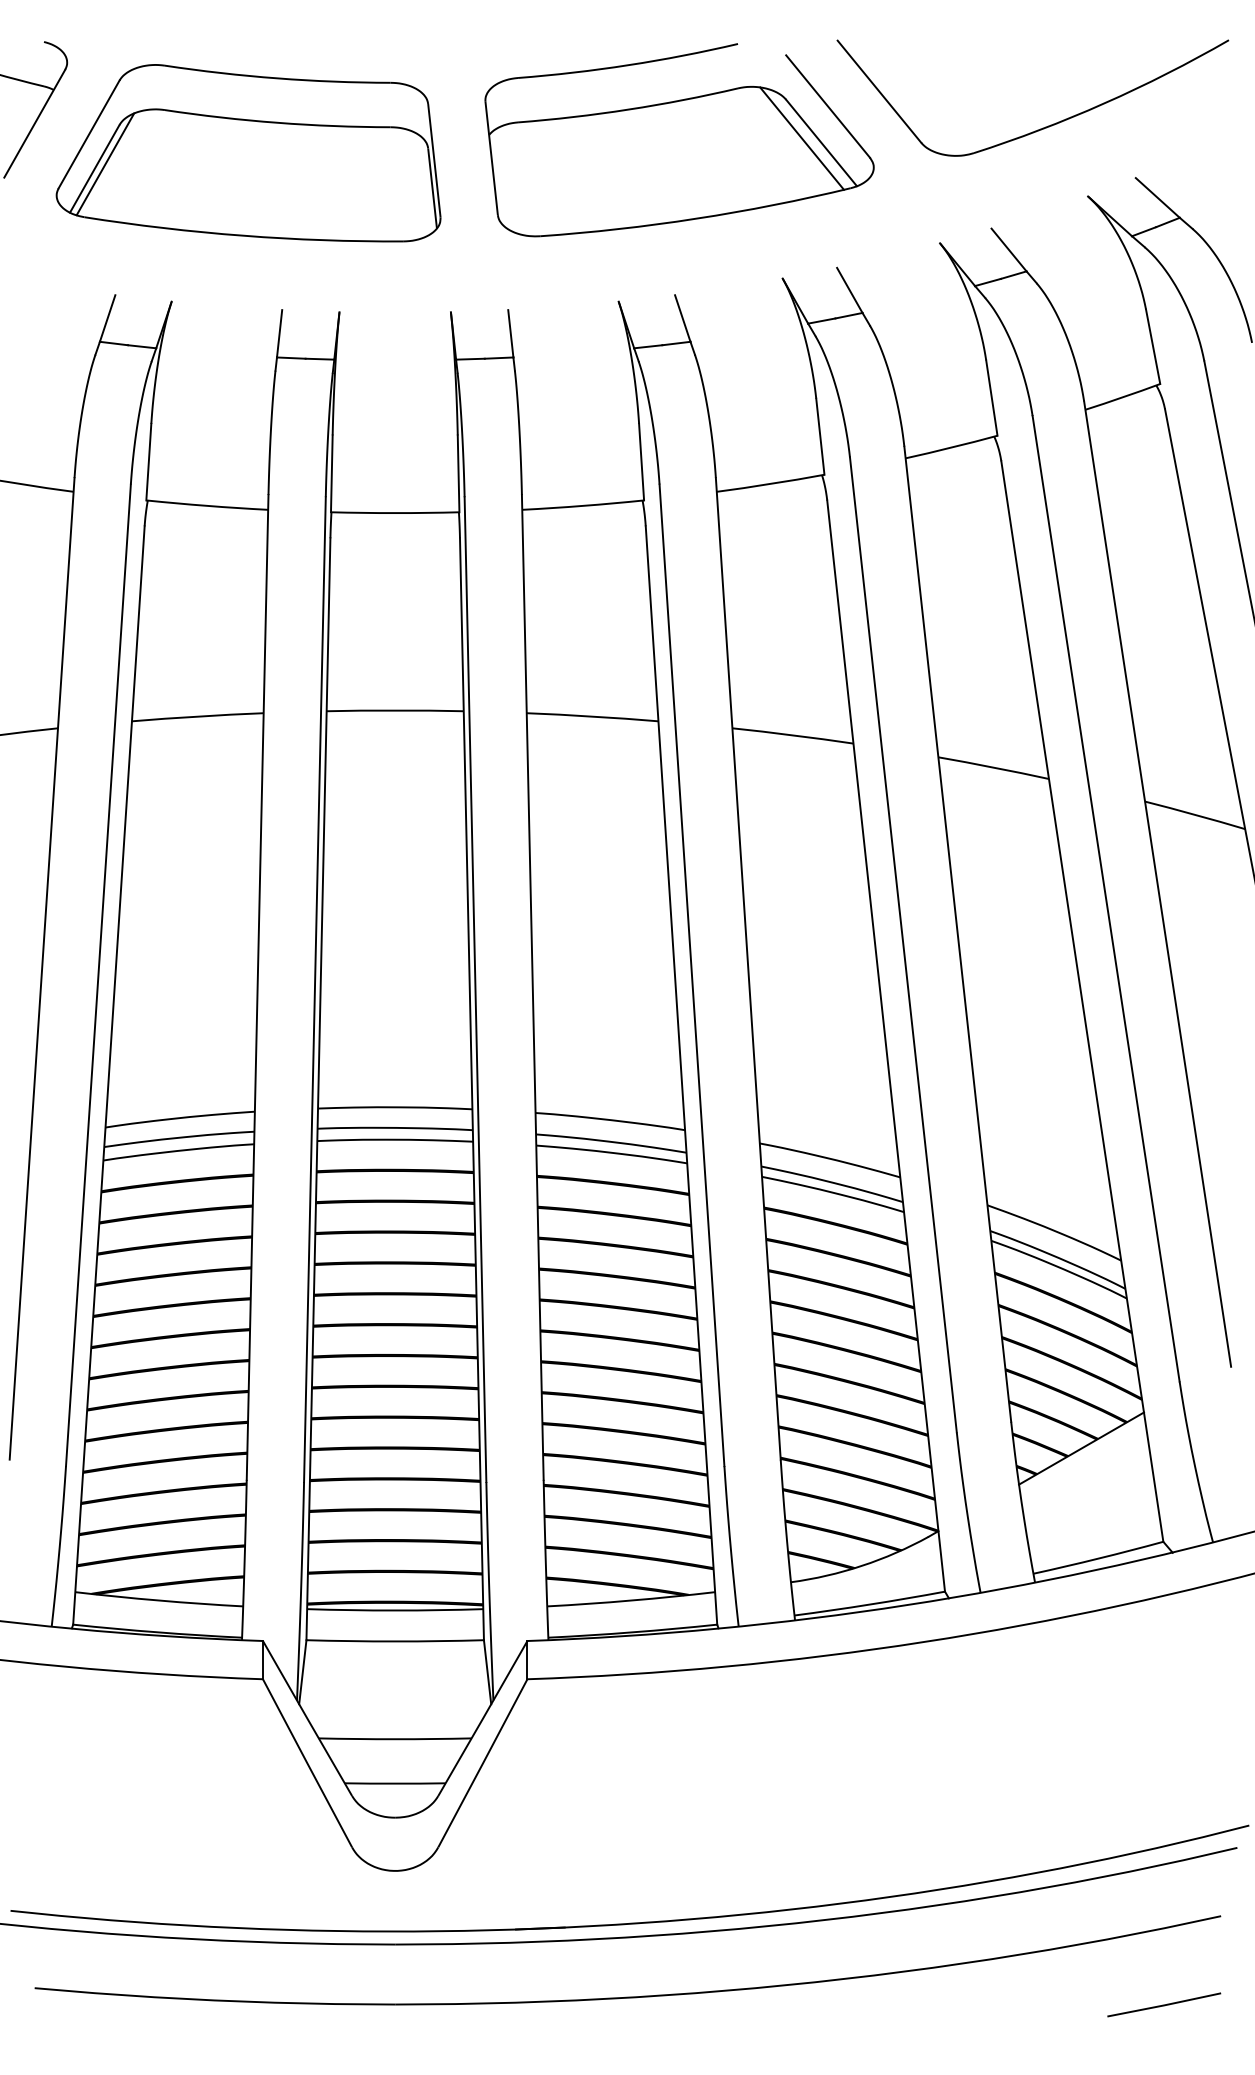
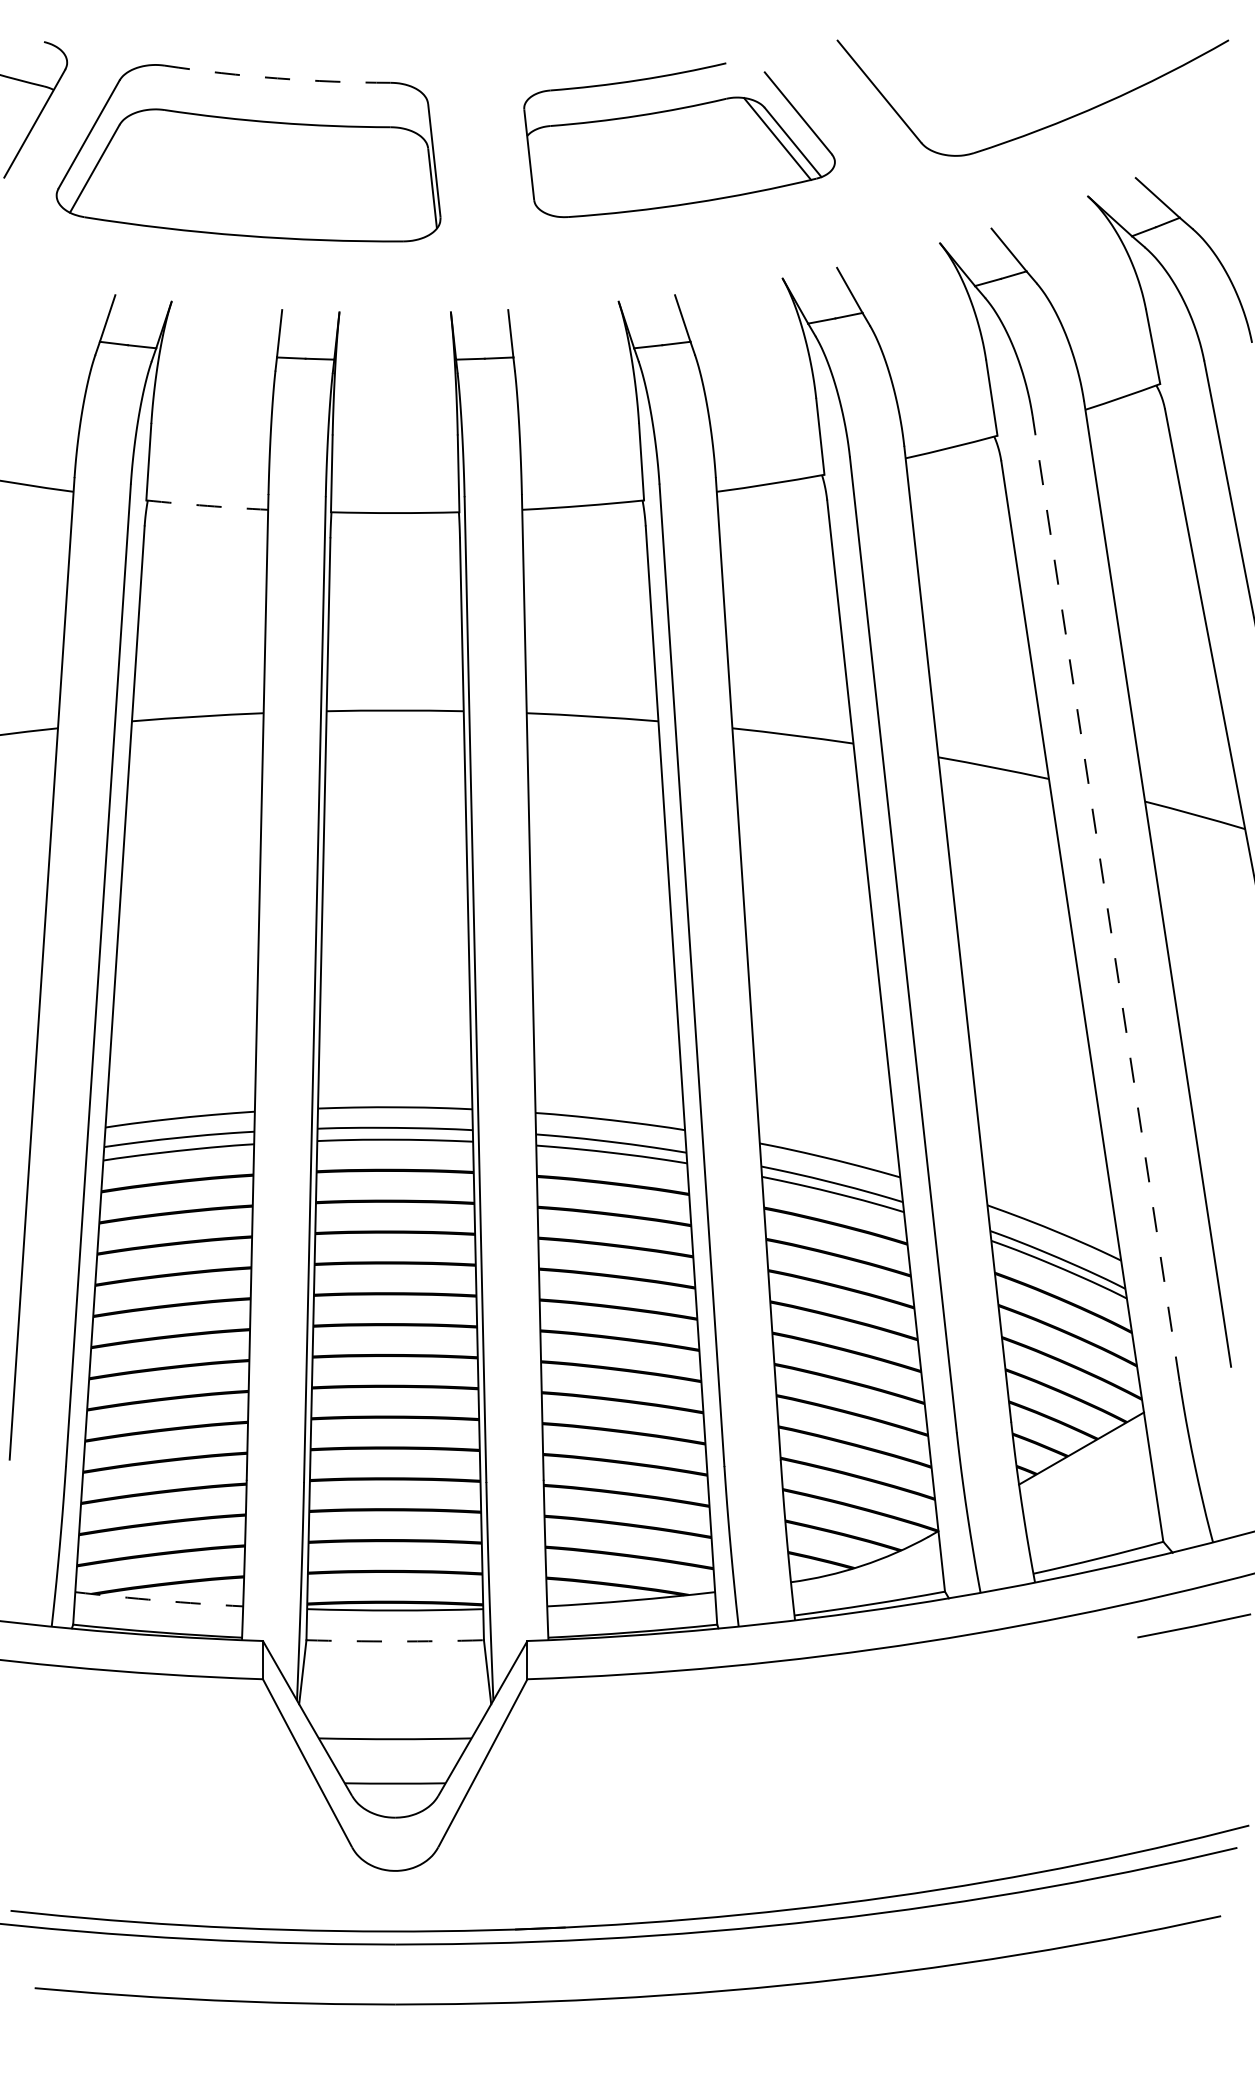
arc at (277, 78): solid -> dashed
part at (679, 140) size: 391x195 px -> 313x157 px
line at (105, 164): present -> none
arc at (207, 505): solid -> dashed
line at (1106, 898): solid -> dashed
arc at (159, 1600): solid -> dashed
arc at (395, 1641): solid -> dashed
line at (1164, 2004) position: (1164, 2004) -> (1194, 1625)
